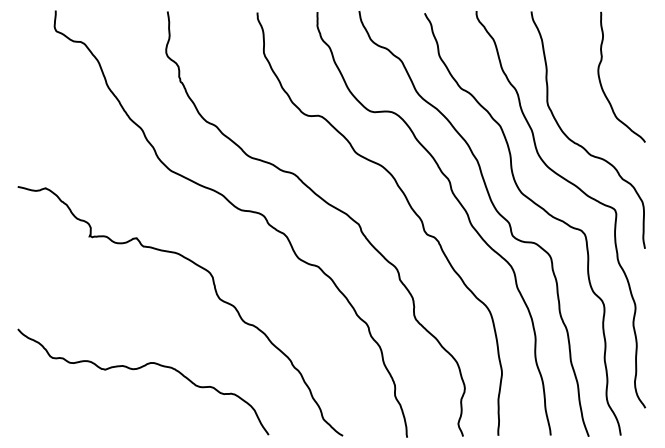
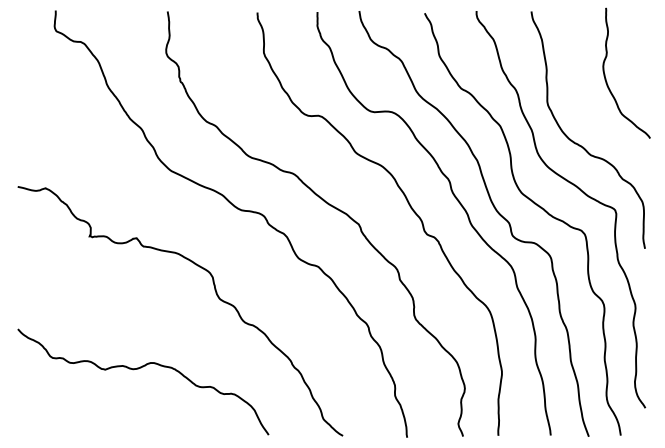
curve at (601, 82) position: (601, 82) -> (606, 78)
